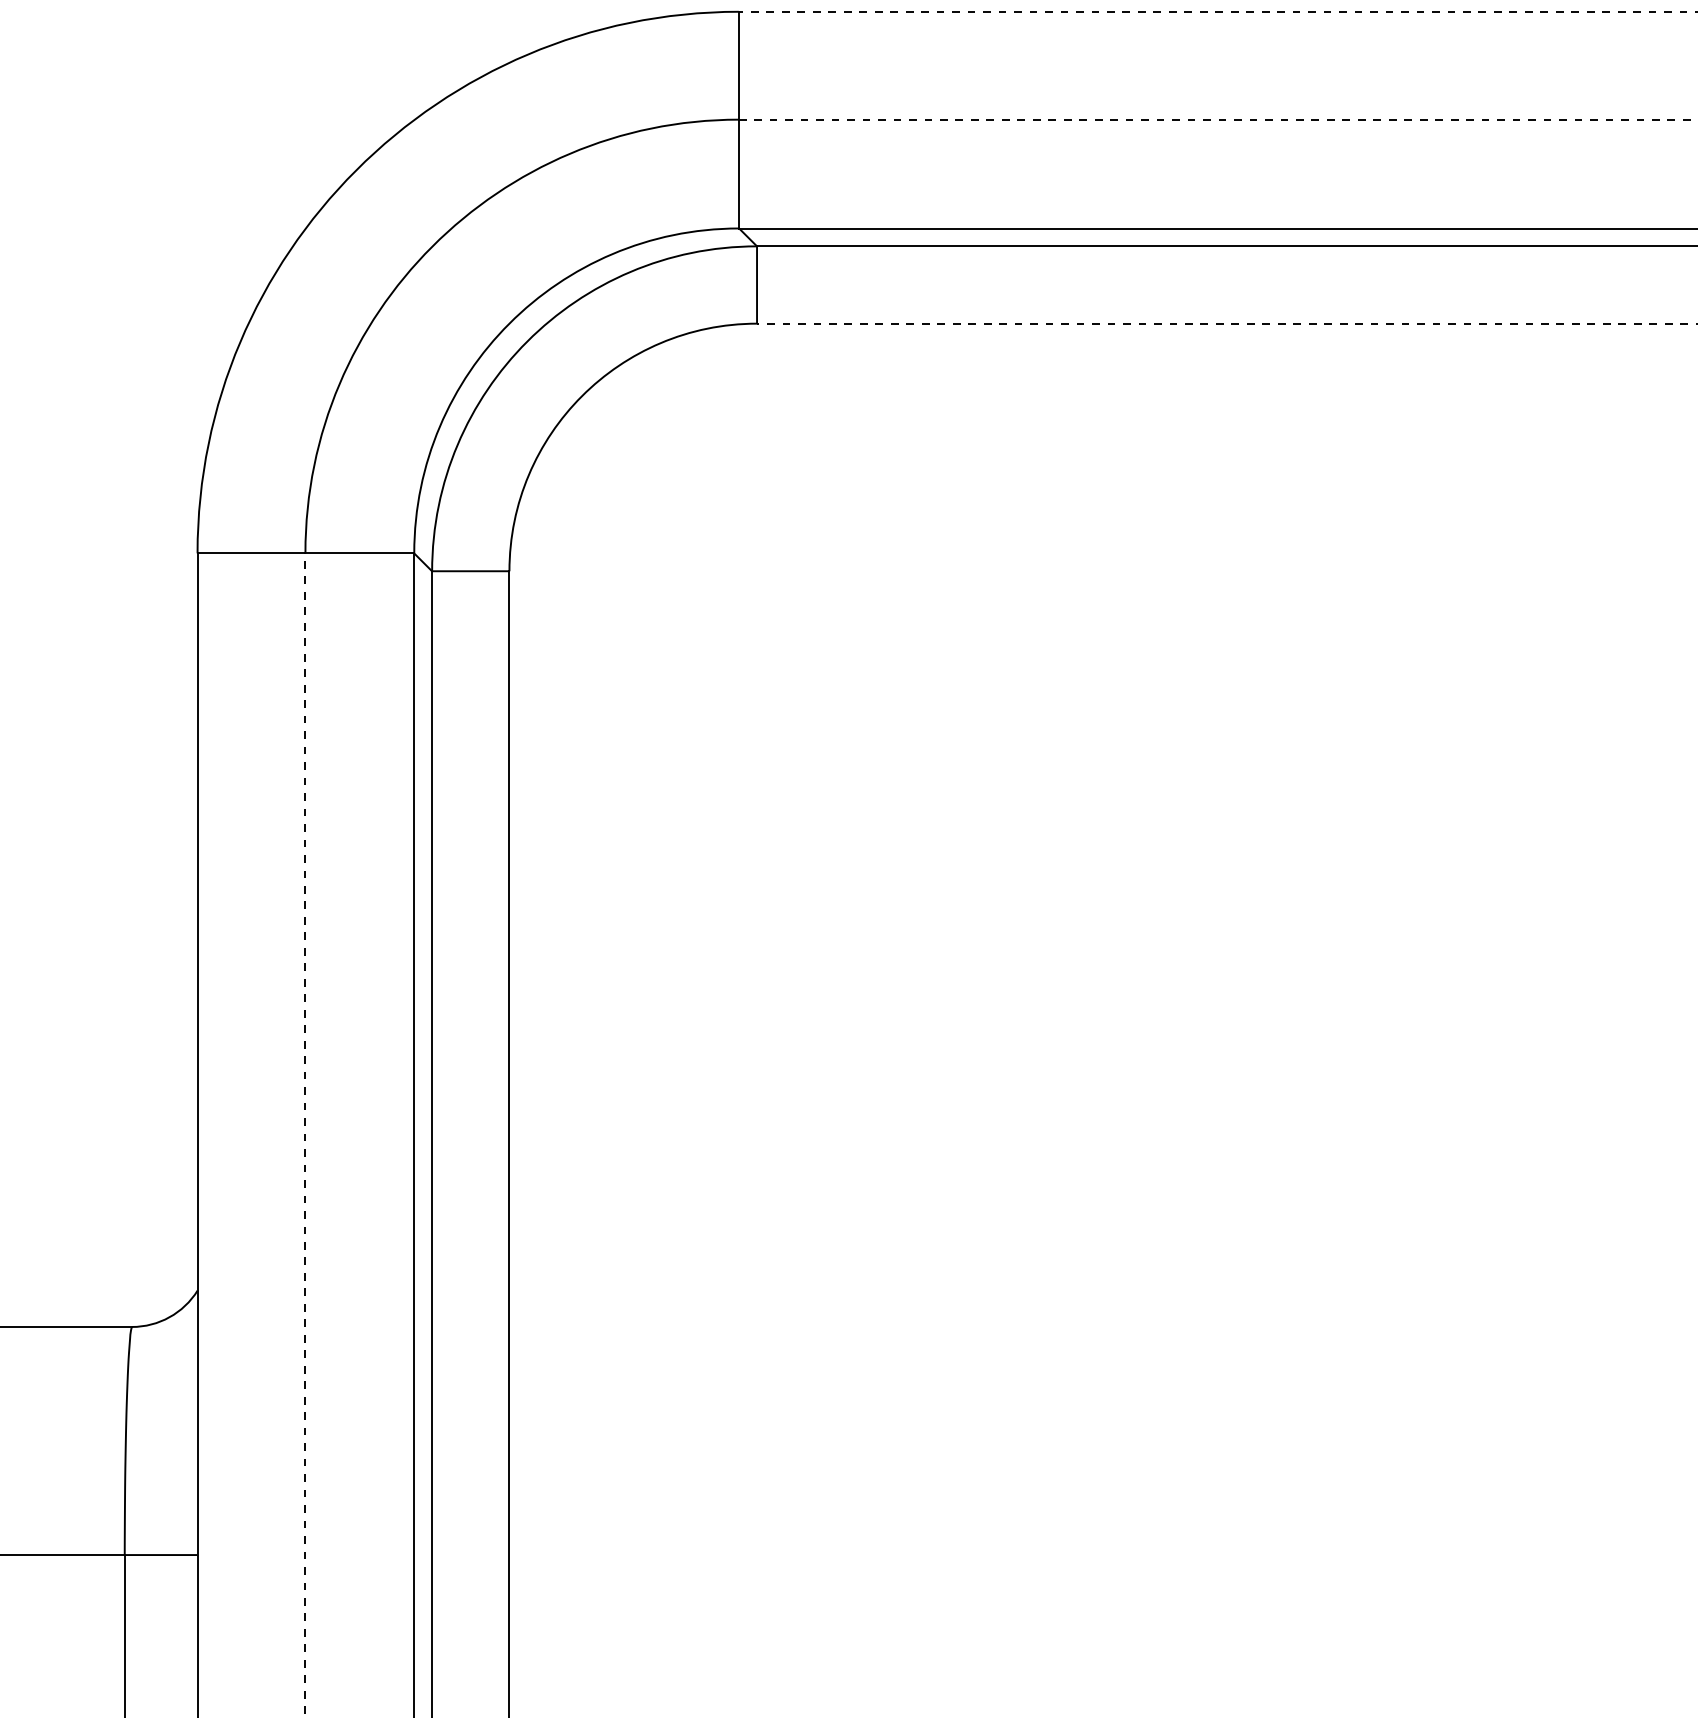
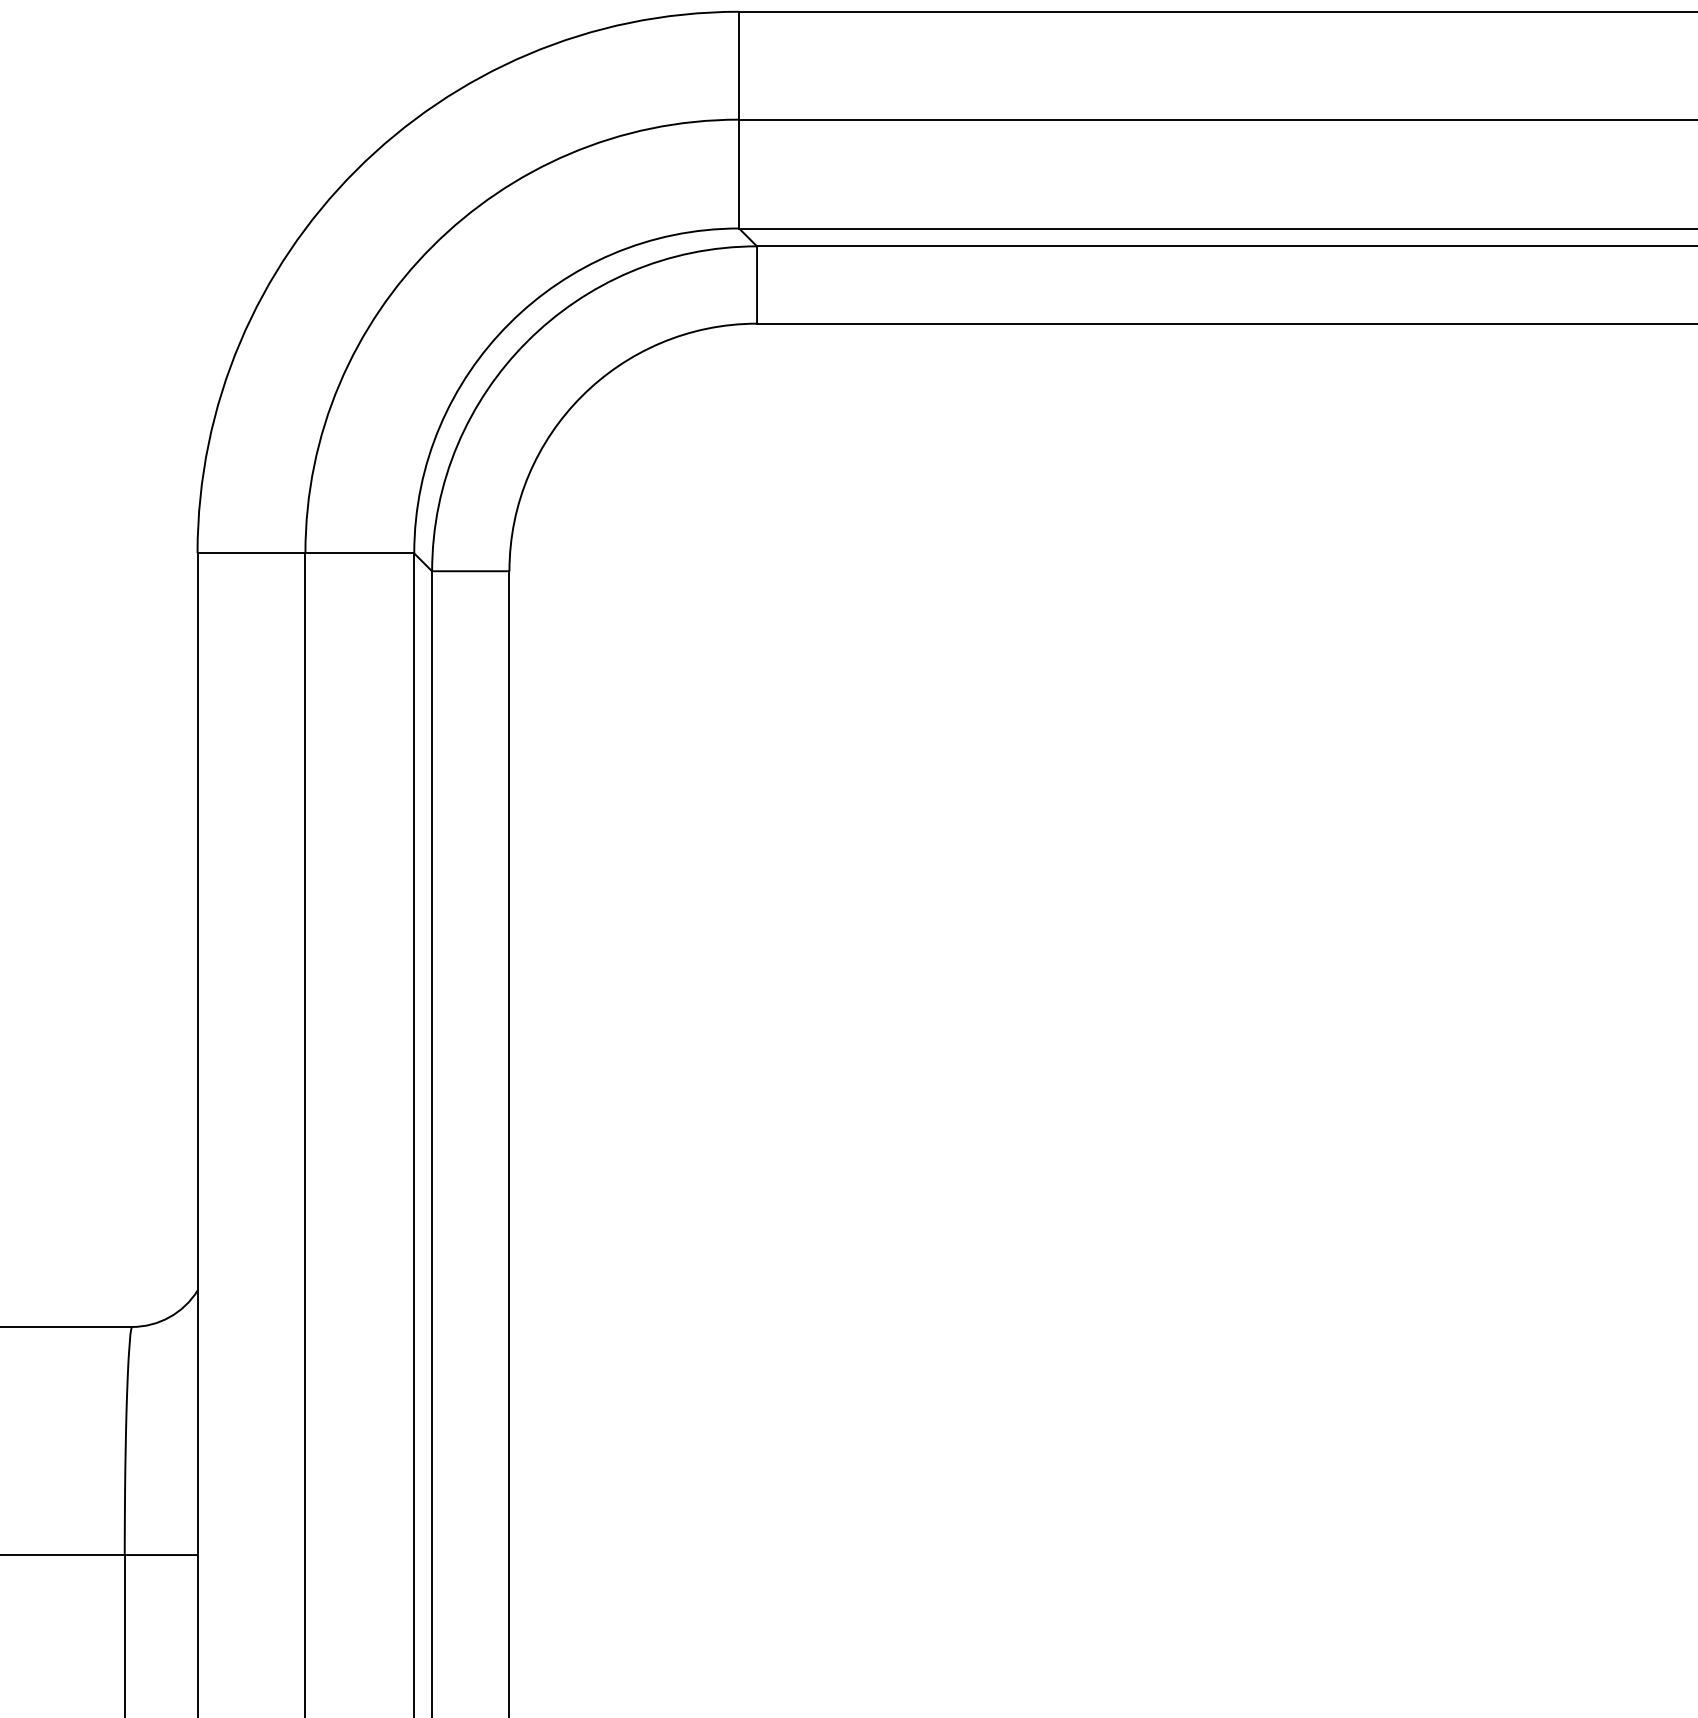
line at (1218, 11): dashed -> solid
line at (1218, 119): dashed -> solid
line at (1227, 323): dashed -> solid
line at (305, 1134): dashed -> solid
